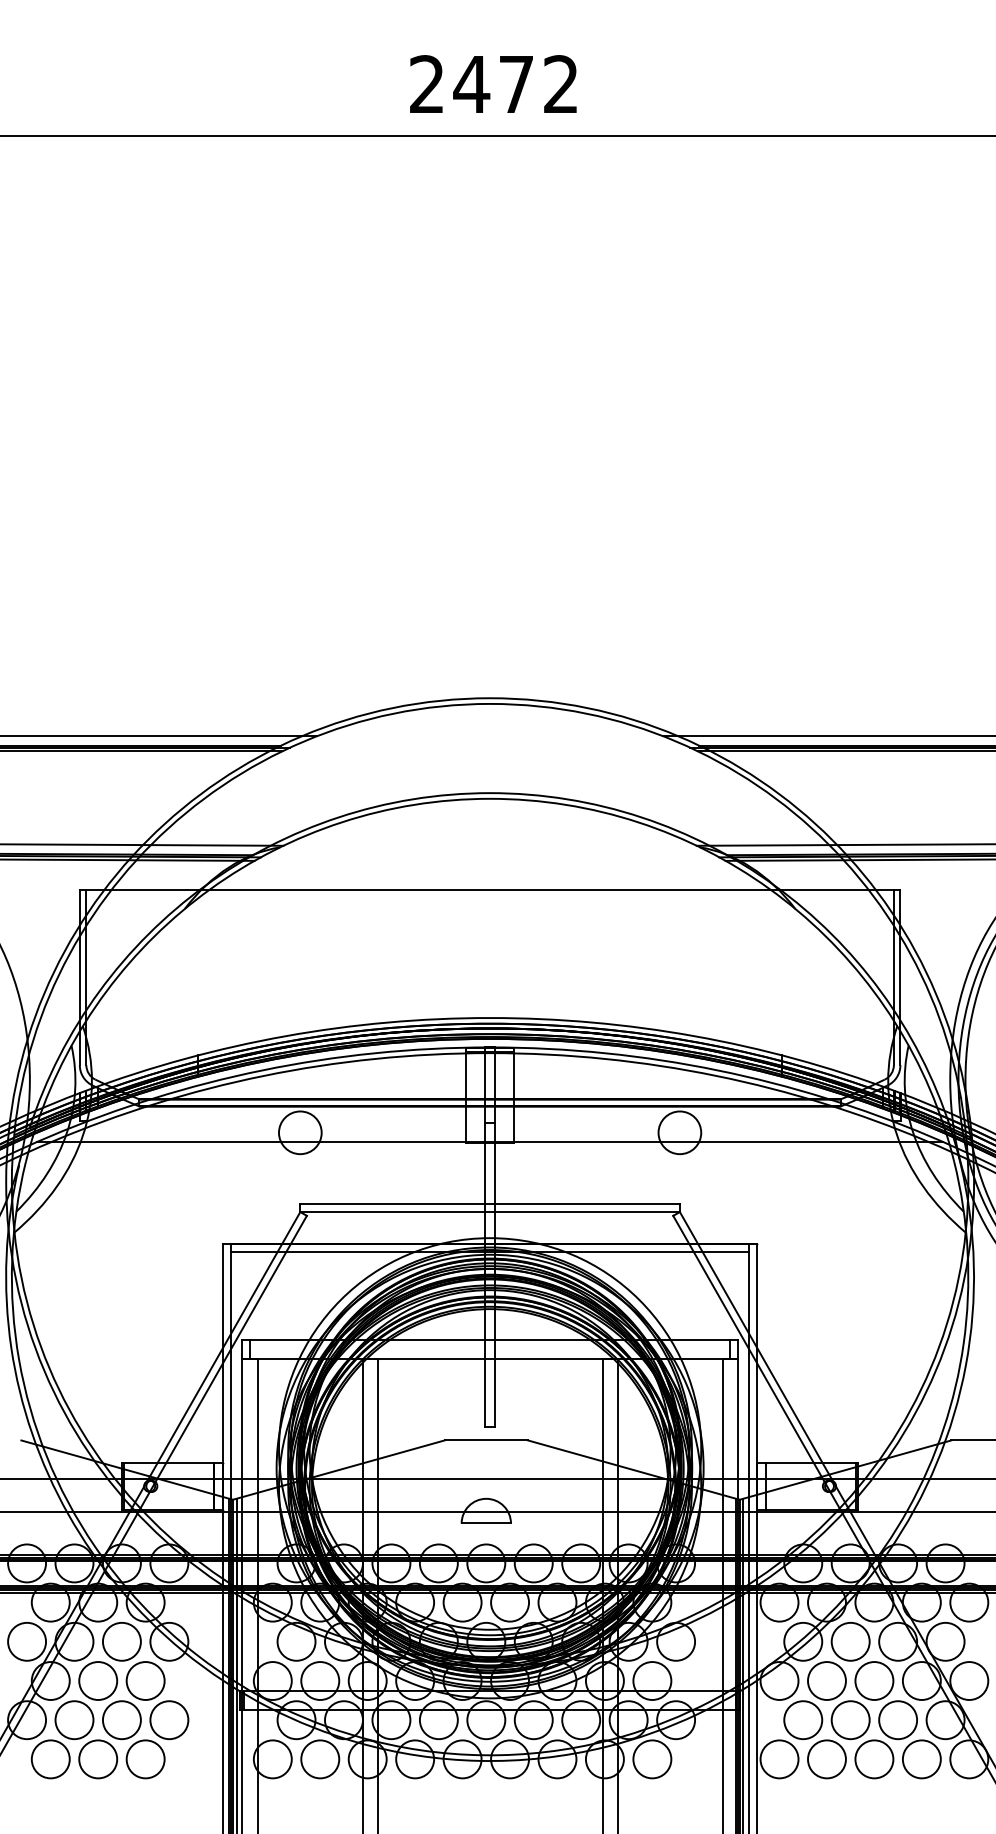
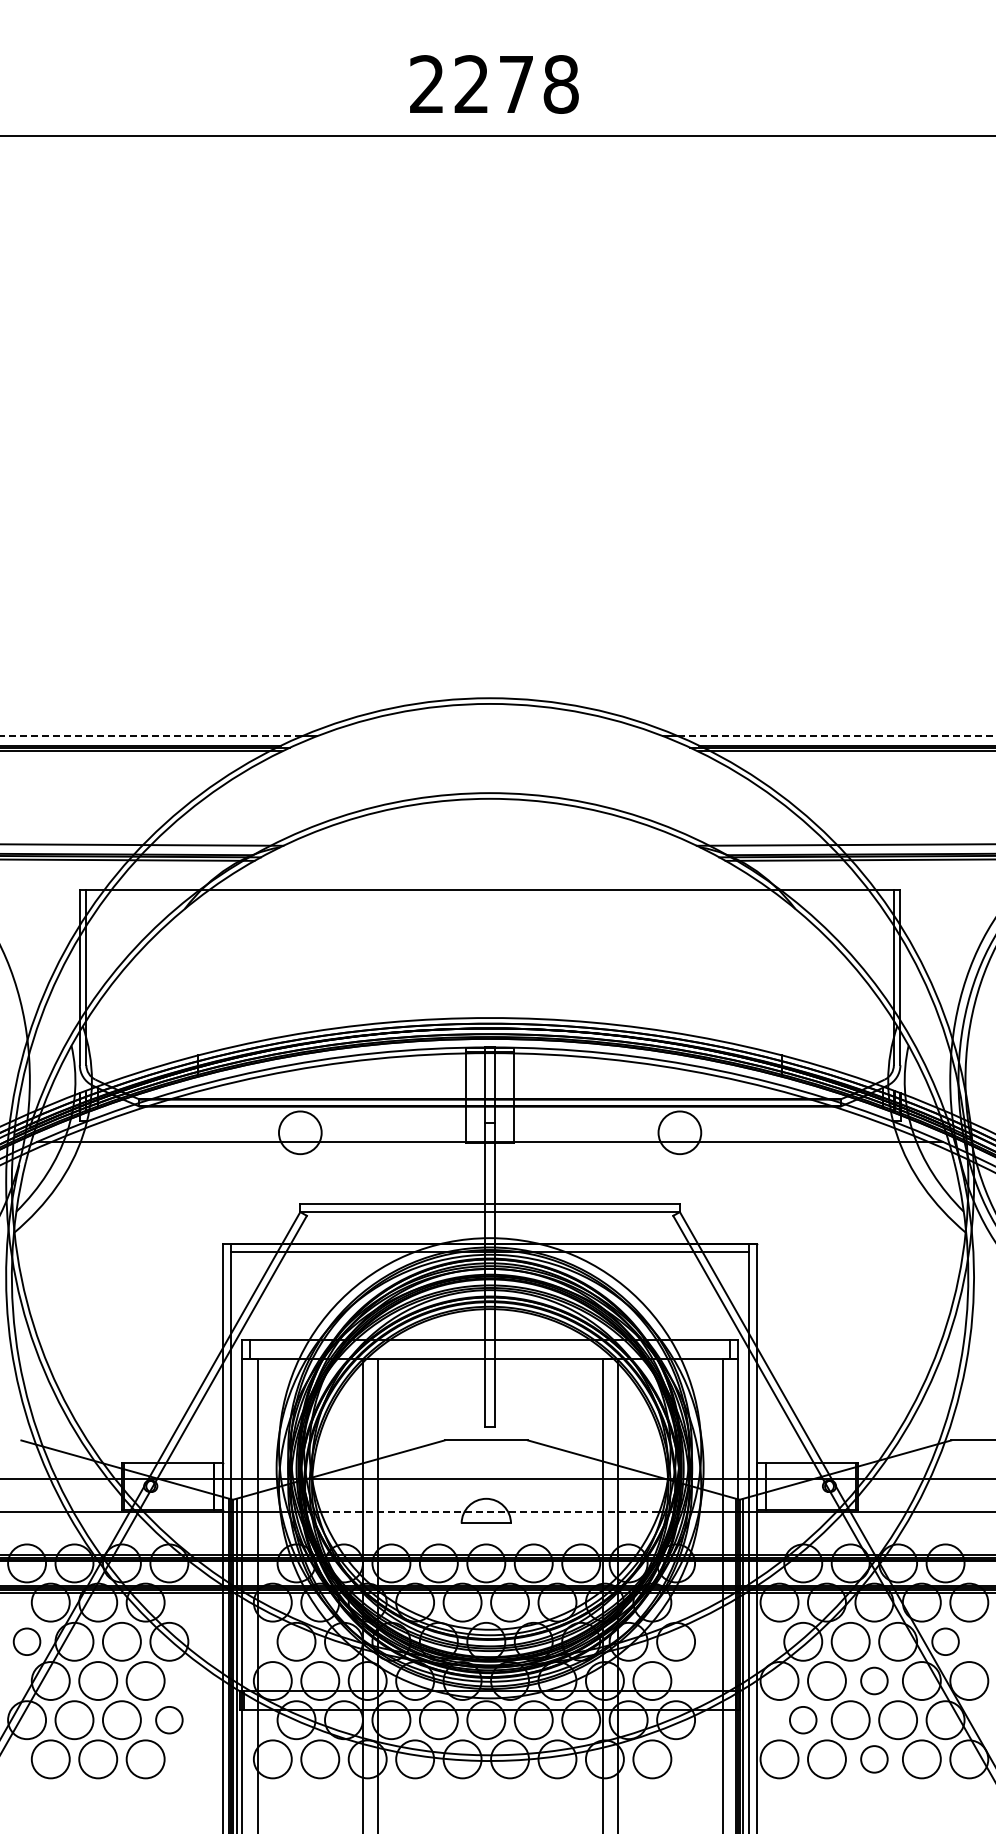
text at (515, 84): 2472 -> 2278
line at (151, 736): solid -> dashed
line at (836, 736): solid -> dashed
line at (489, 1512): solid -> dashed
circle at (27, 1641) diameter: 38 px -> 27 px
circle at (945, 1641) diameter: 38 px -> 27 px
circle at (874, 1680) diameter: 38 px -> 27 px
circle at (169, 1720) diameter: 38 px -> 27 px
circle at (803, 1720) diameter: 38 px -> 27 px
circle at (874, 1759) diameter: 38 px -> 27 px
